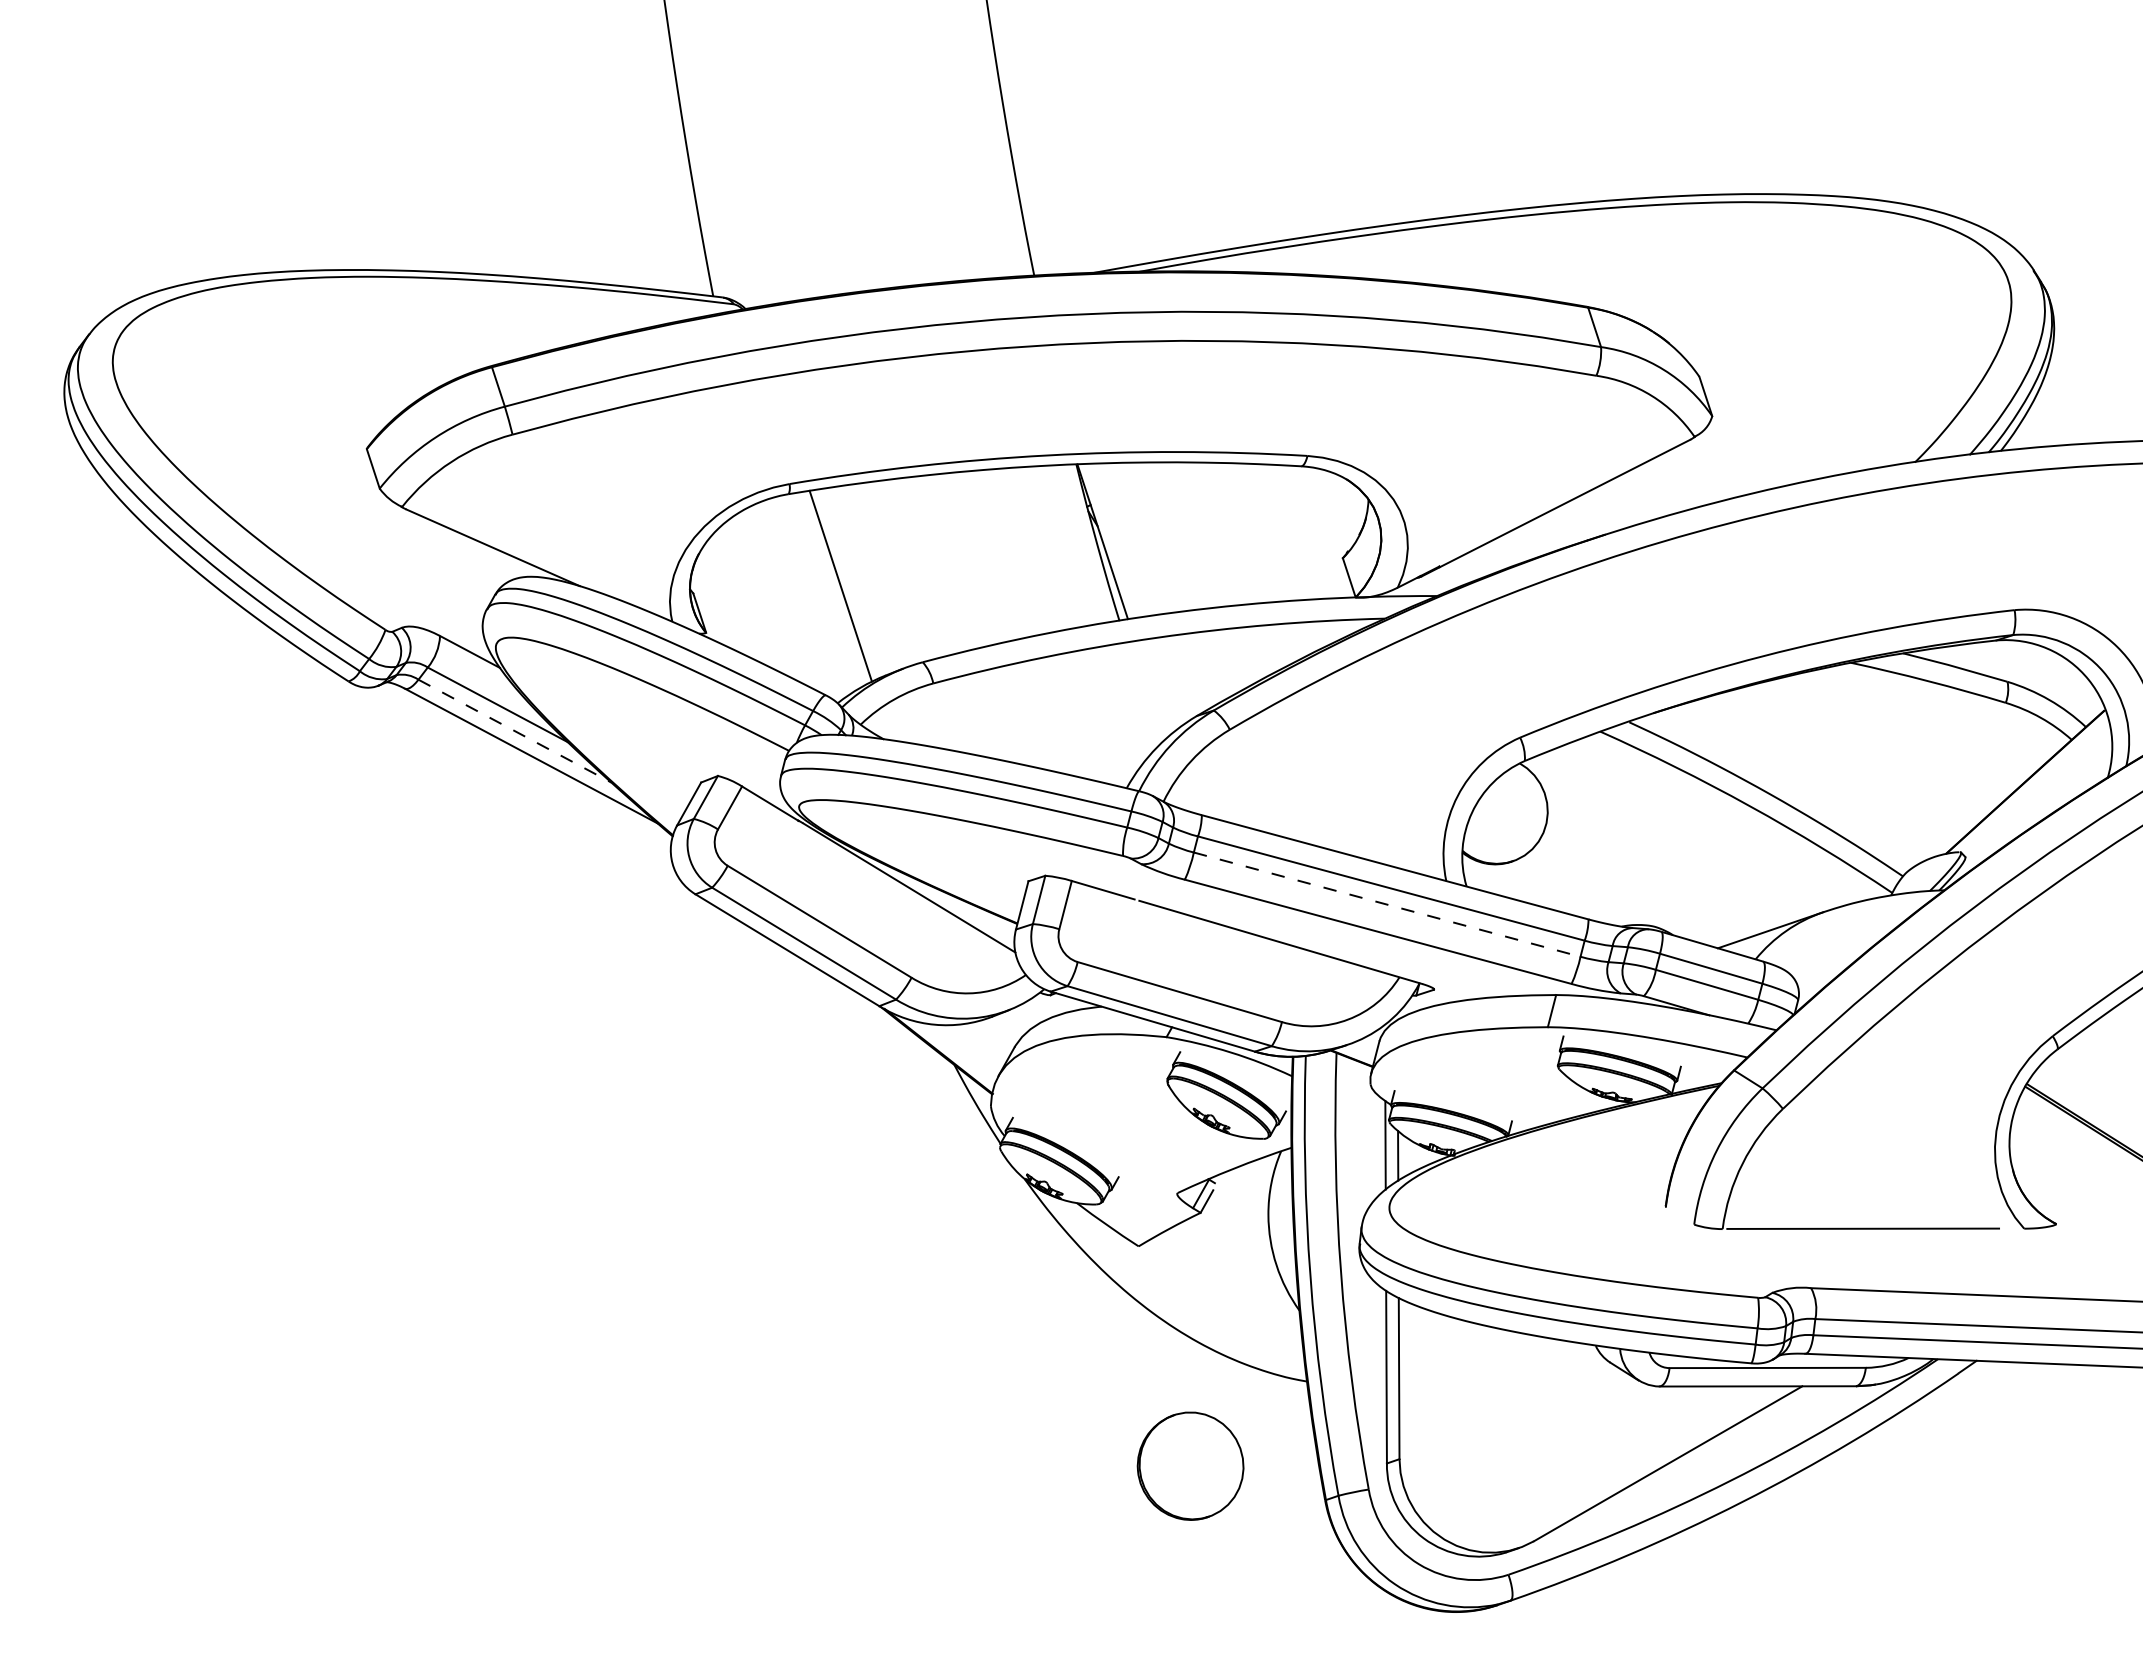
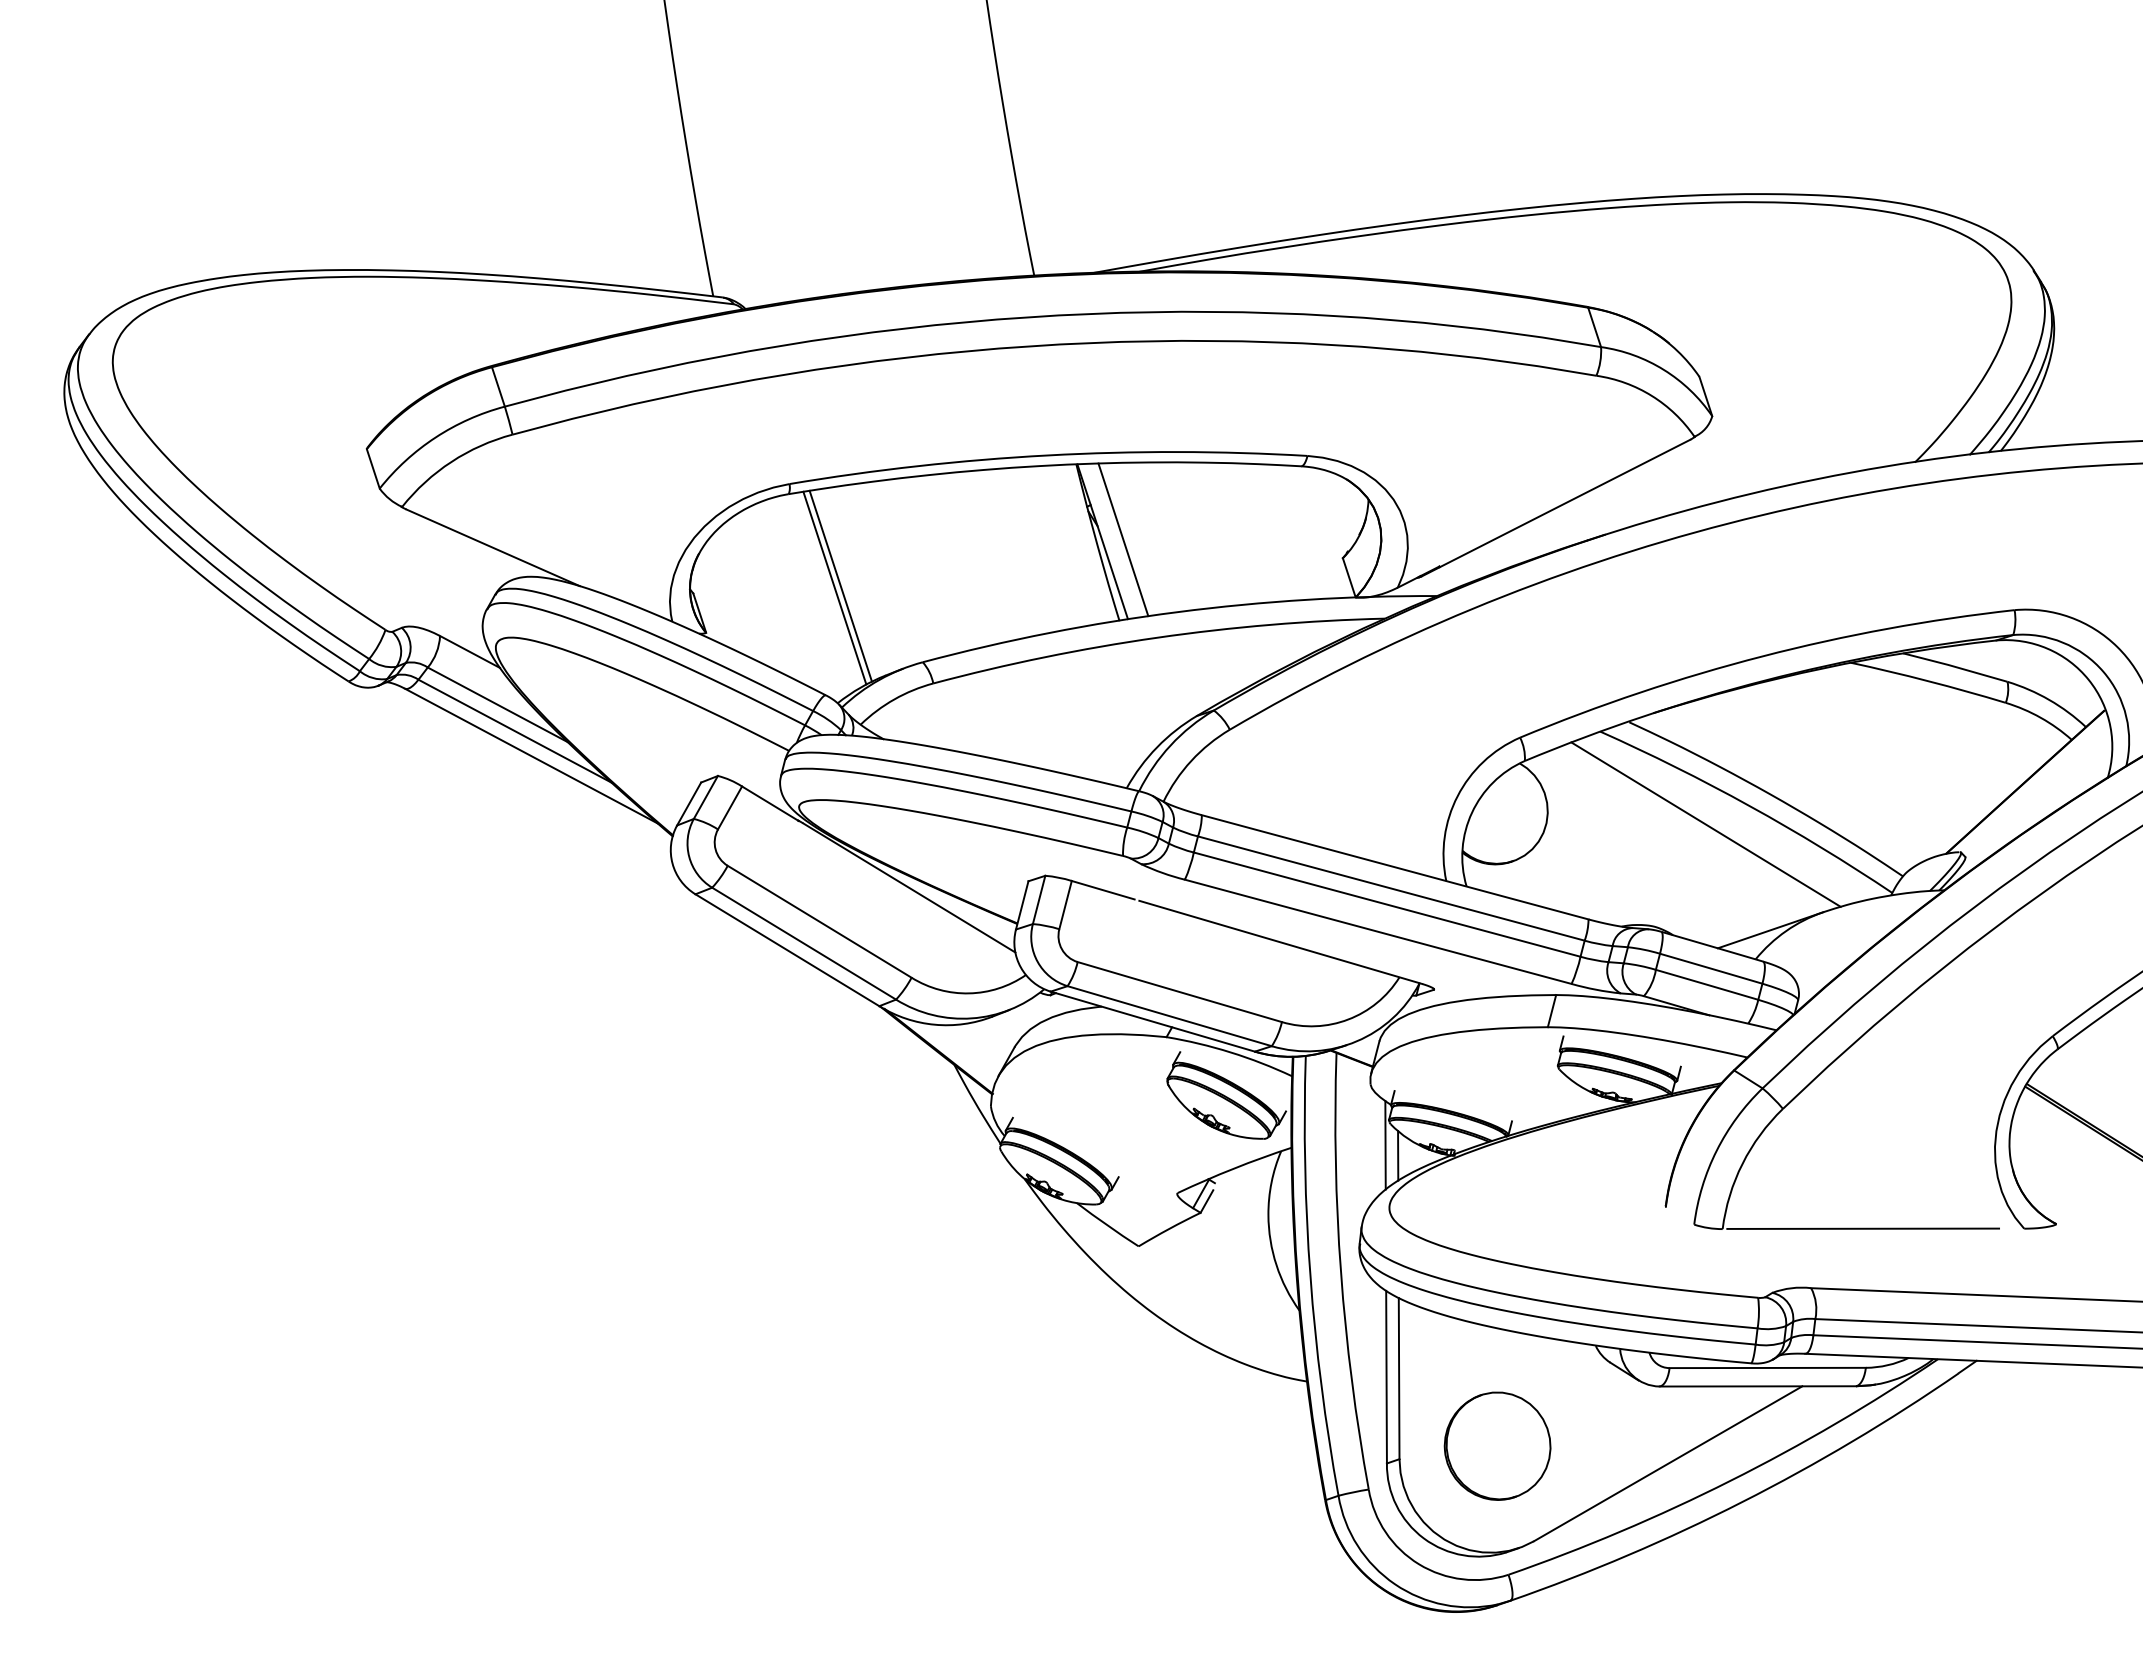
line at (1123, 539): none -> present
line at (834, 587): none -> present
line at (515, 731): dashed -> solid
line at (1705, 824): none -> present
line at (1387, 904): dashed -> solid
part at (1190, 1465) position: (1190, 1465) -> (1497, 1445)
